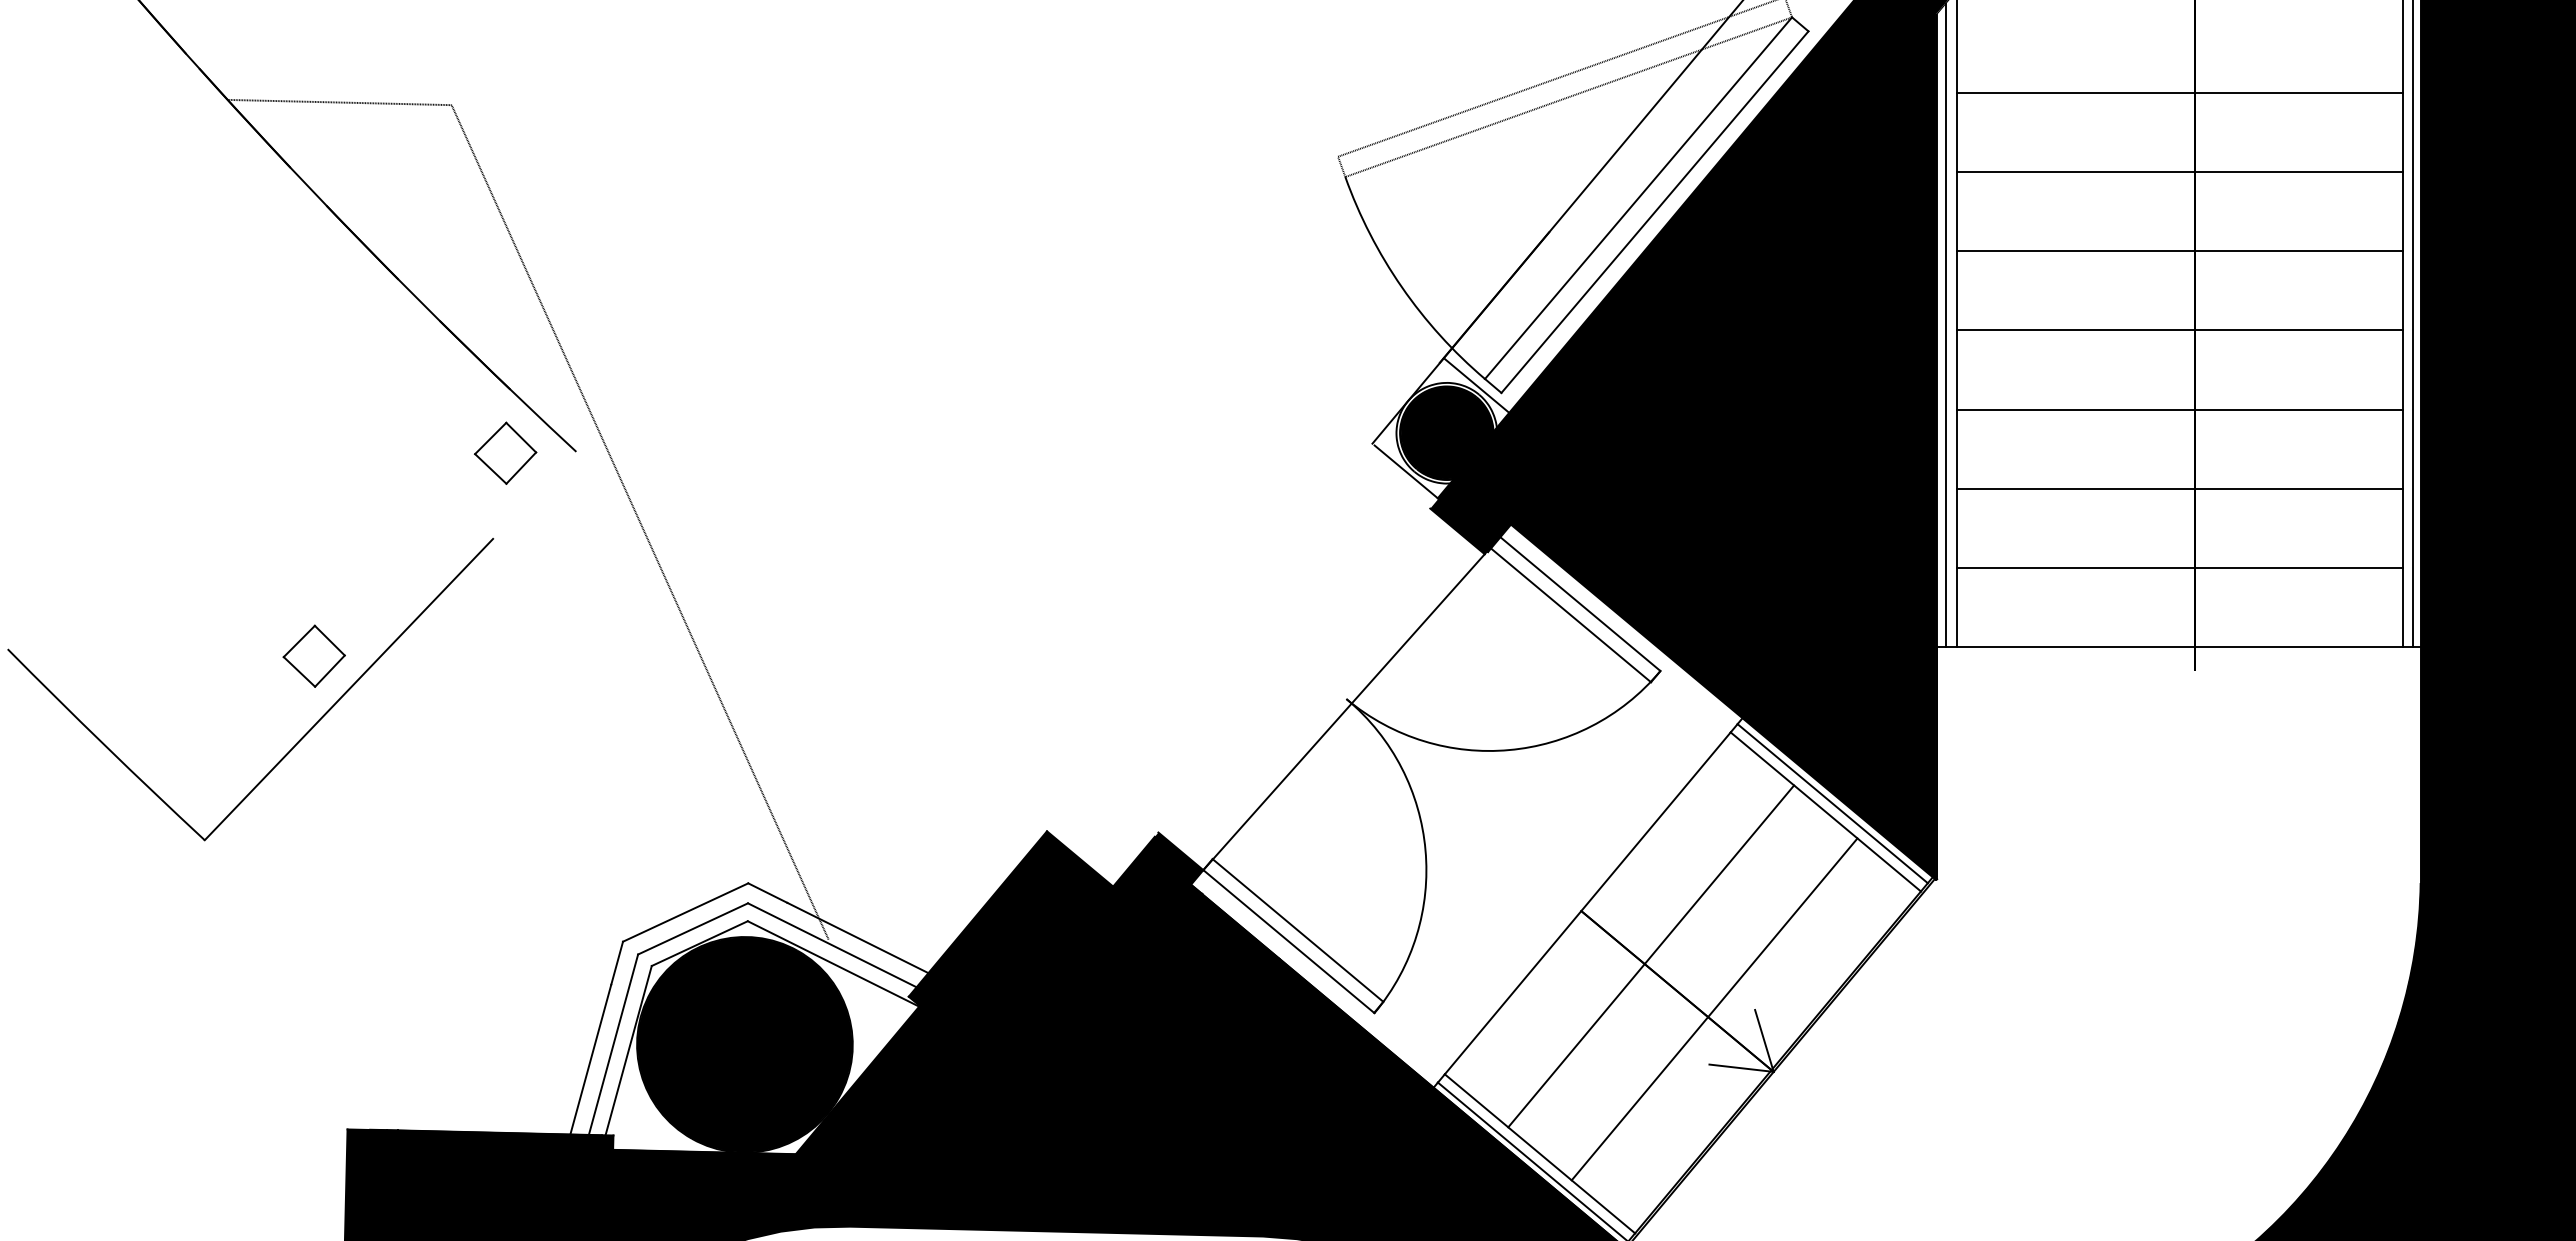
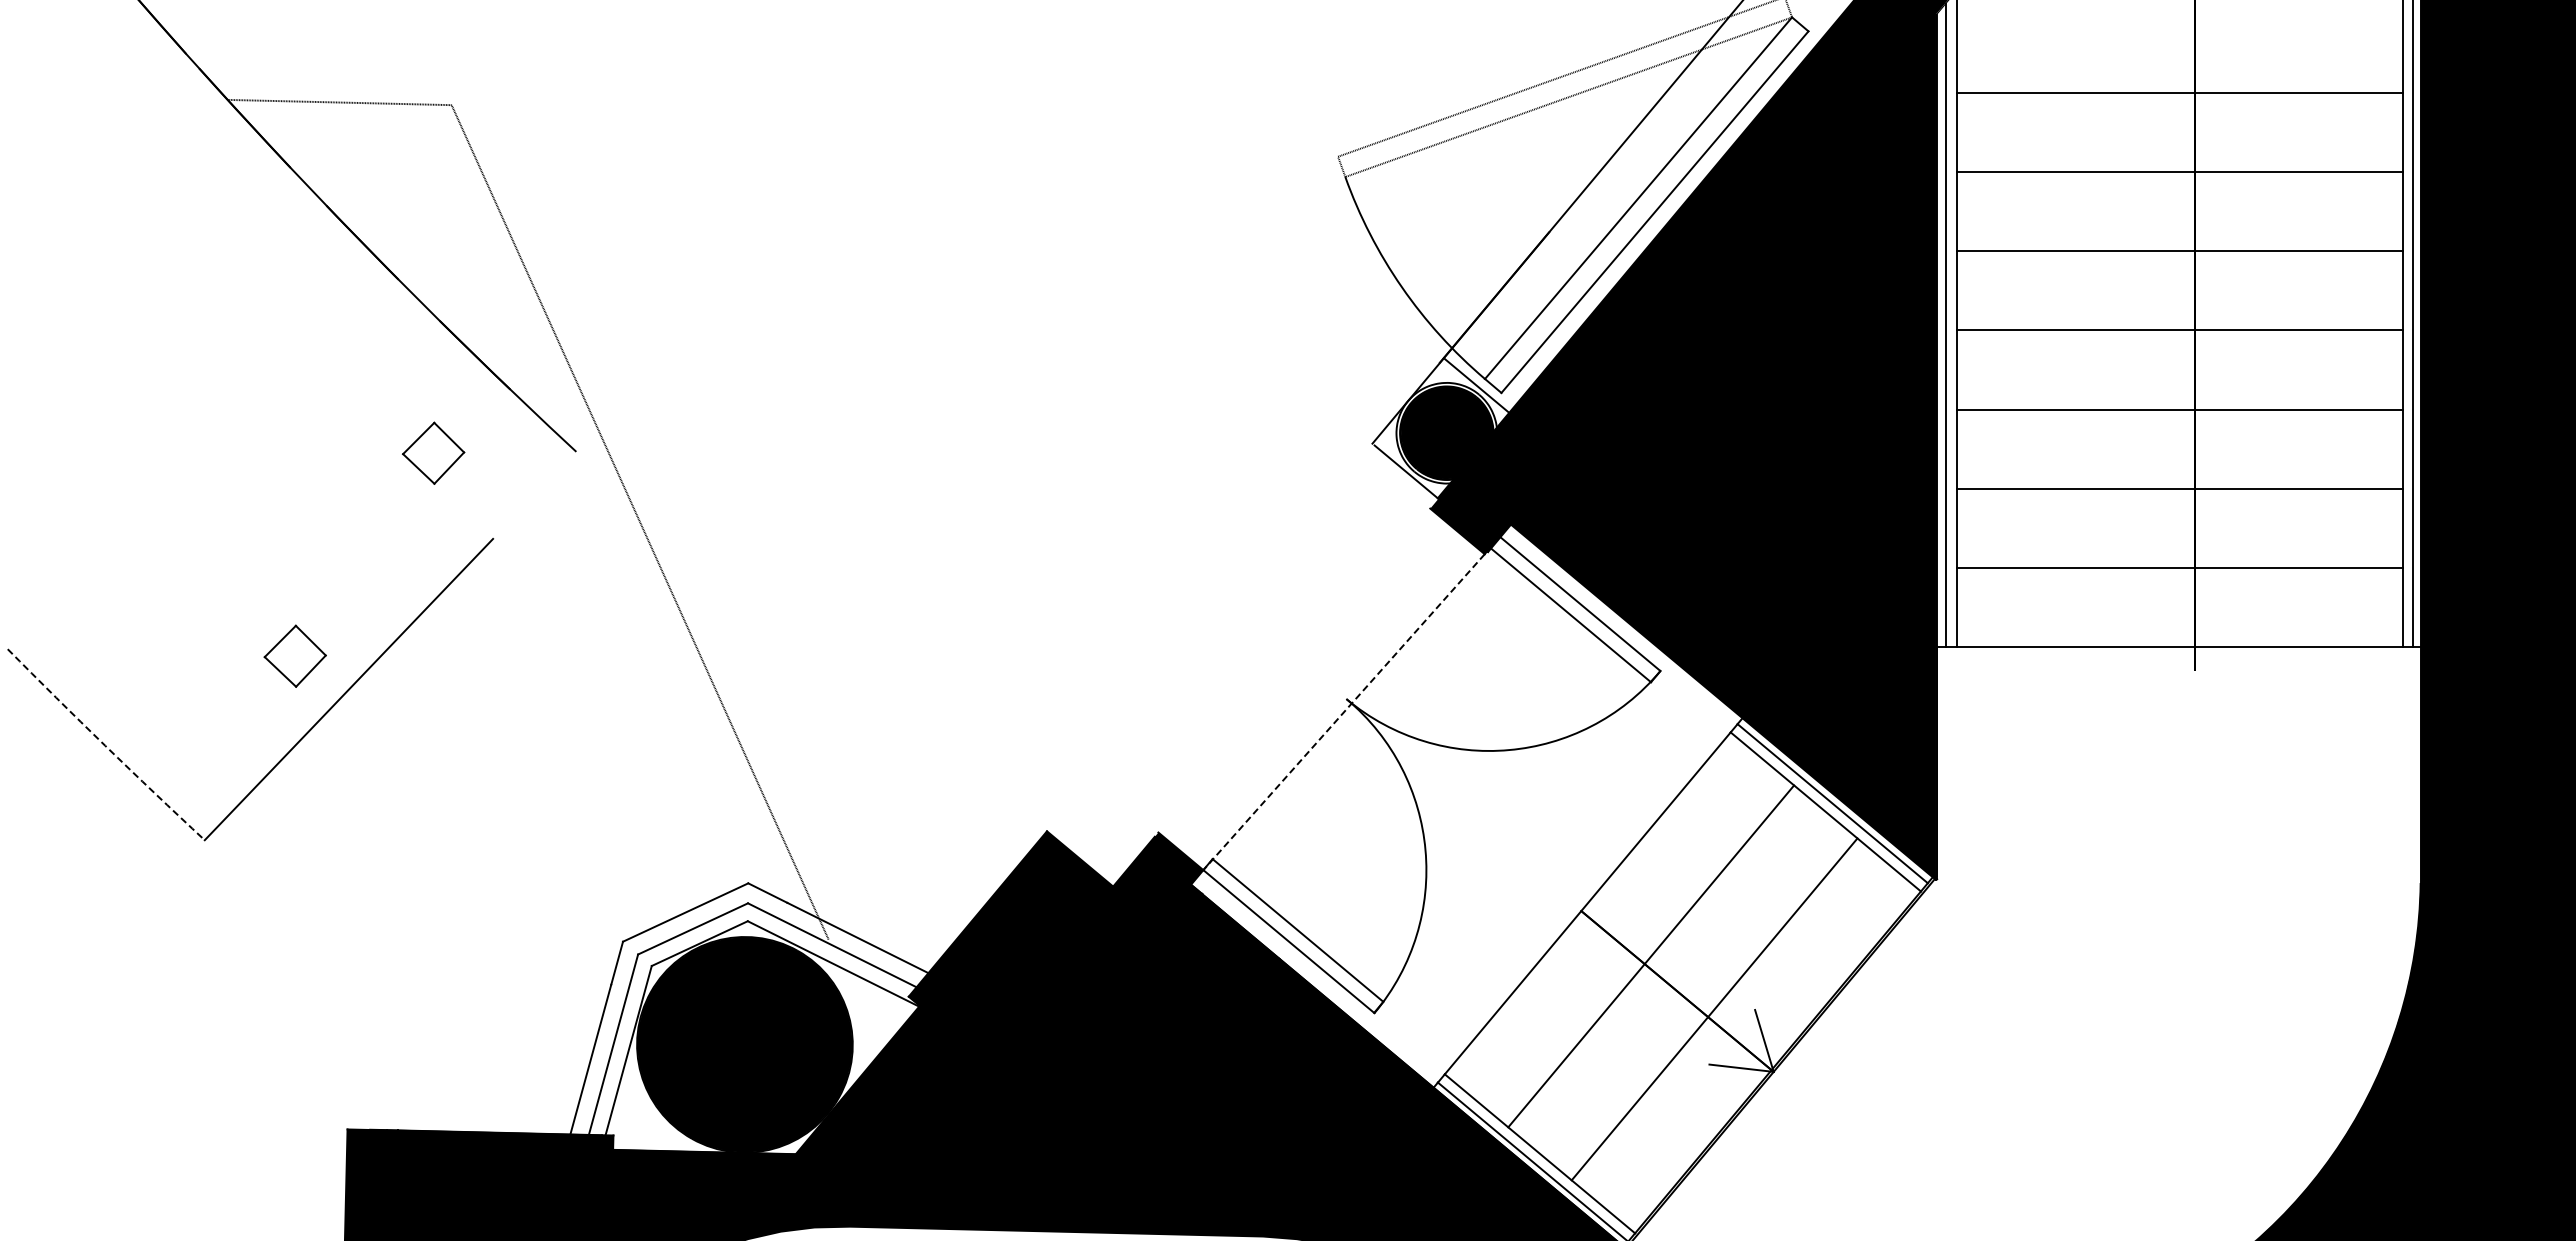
part at (505, 452) position: (505, 452) -> (433, 452)
part at (313, 655) position: (313, 655) -> (294, 655)
line at (1344, 712): solid -> dashed
arc at (105, 745): solid -> dashed
